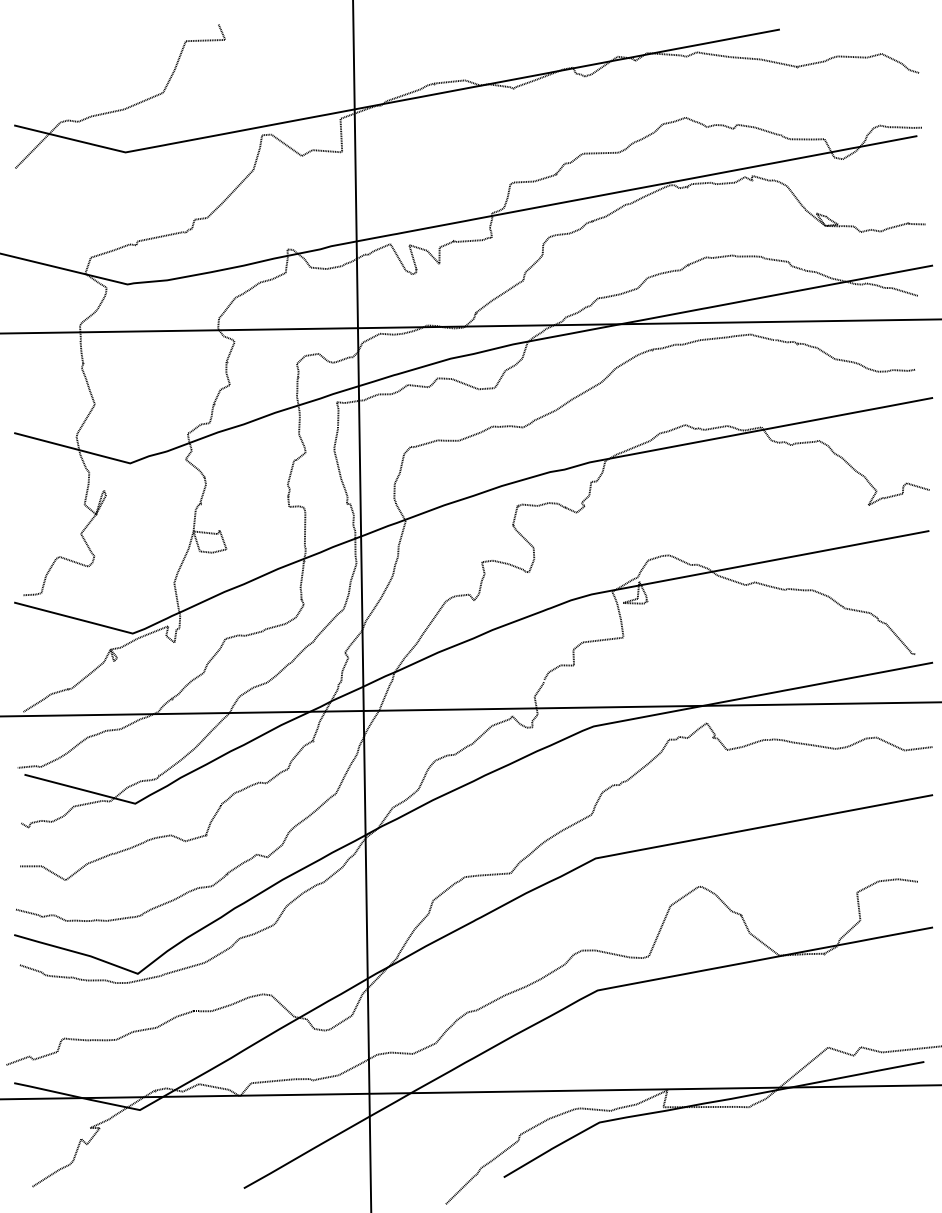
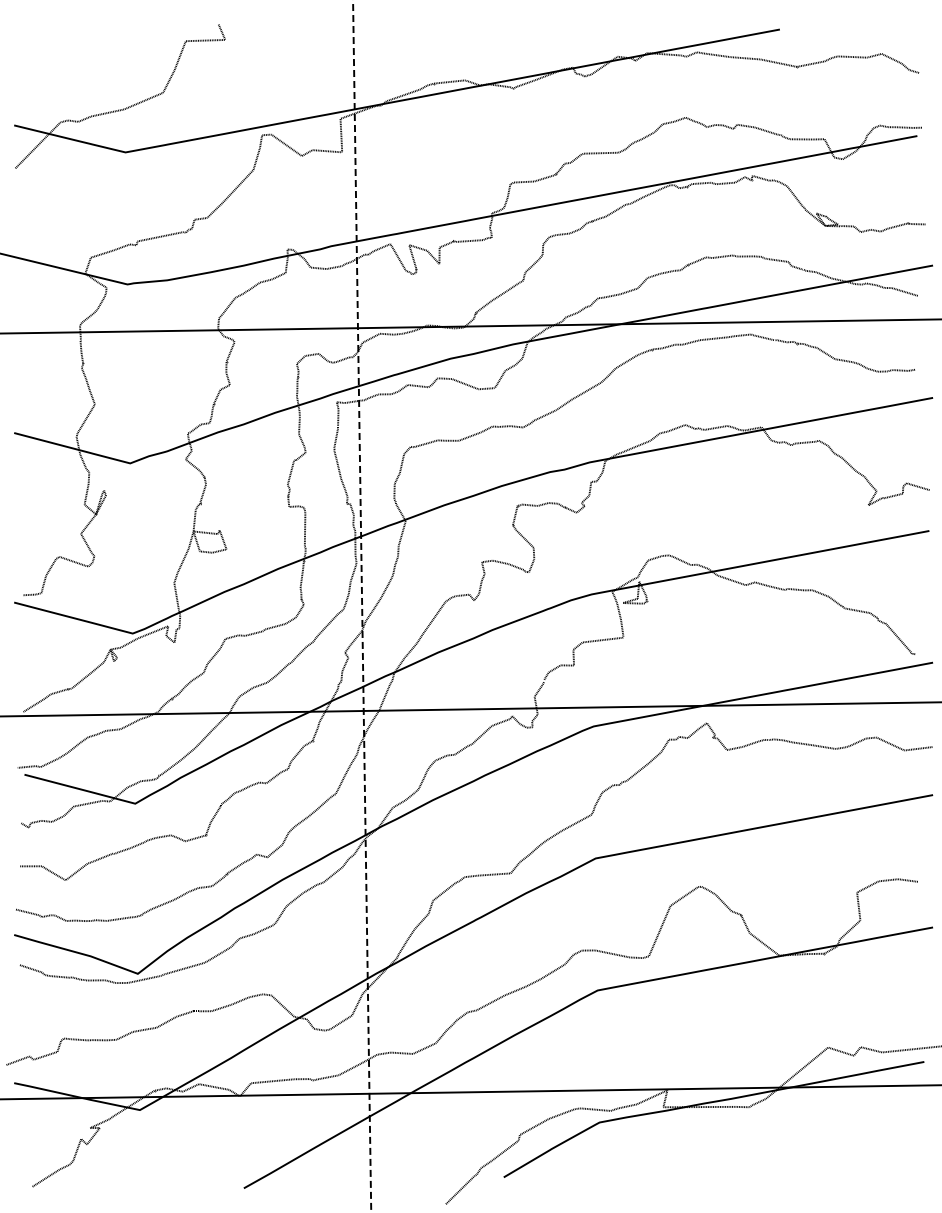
line at (362, 606): solid -> dashed
